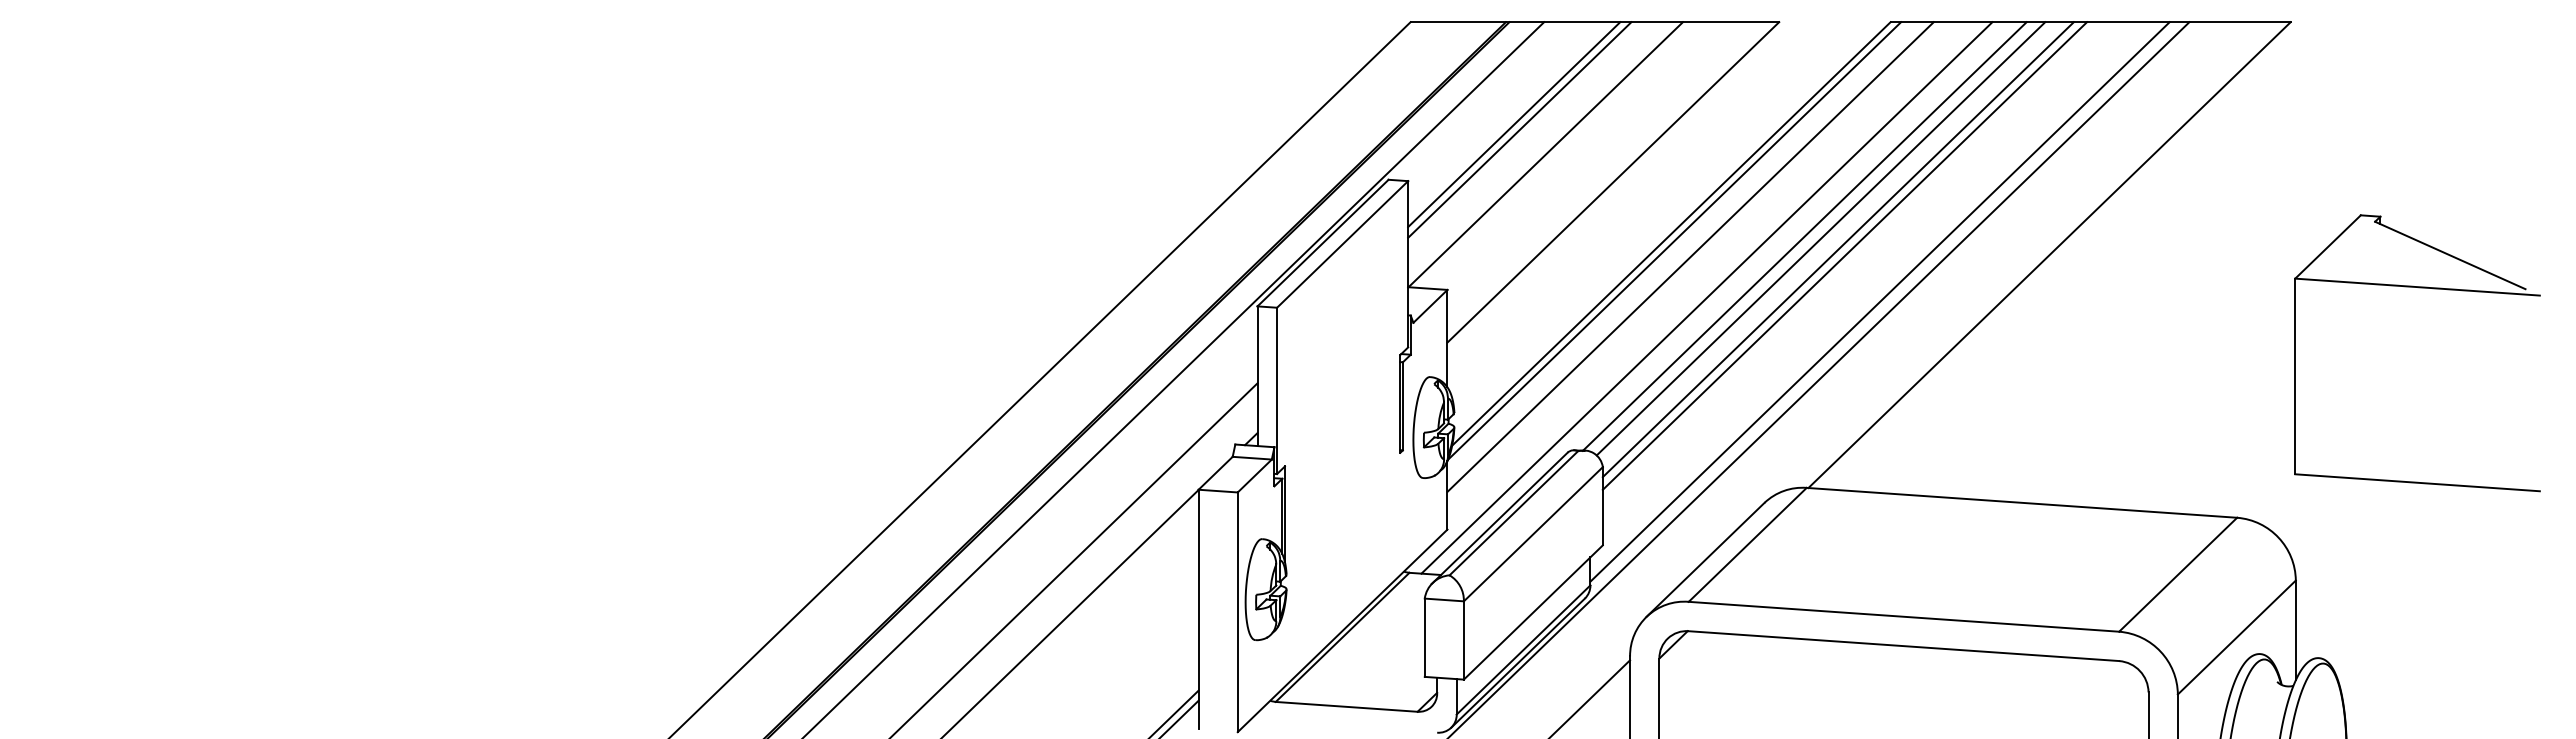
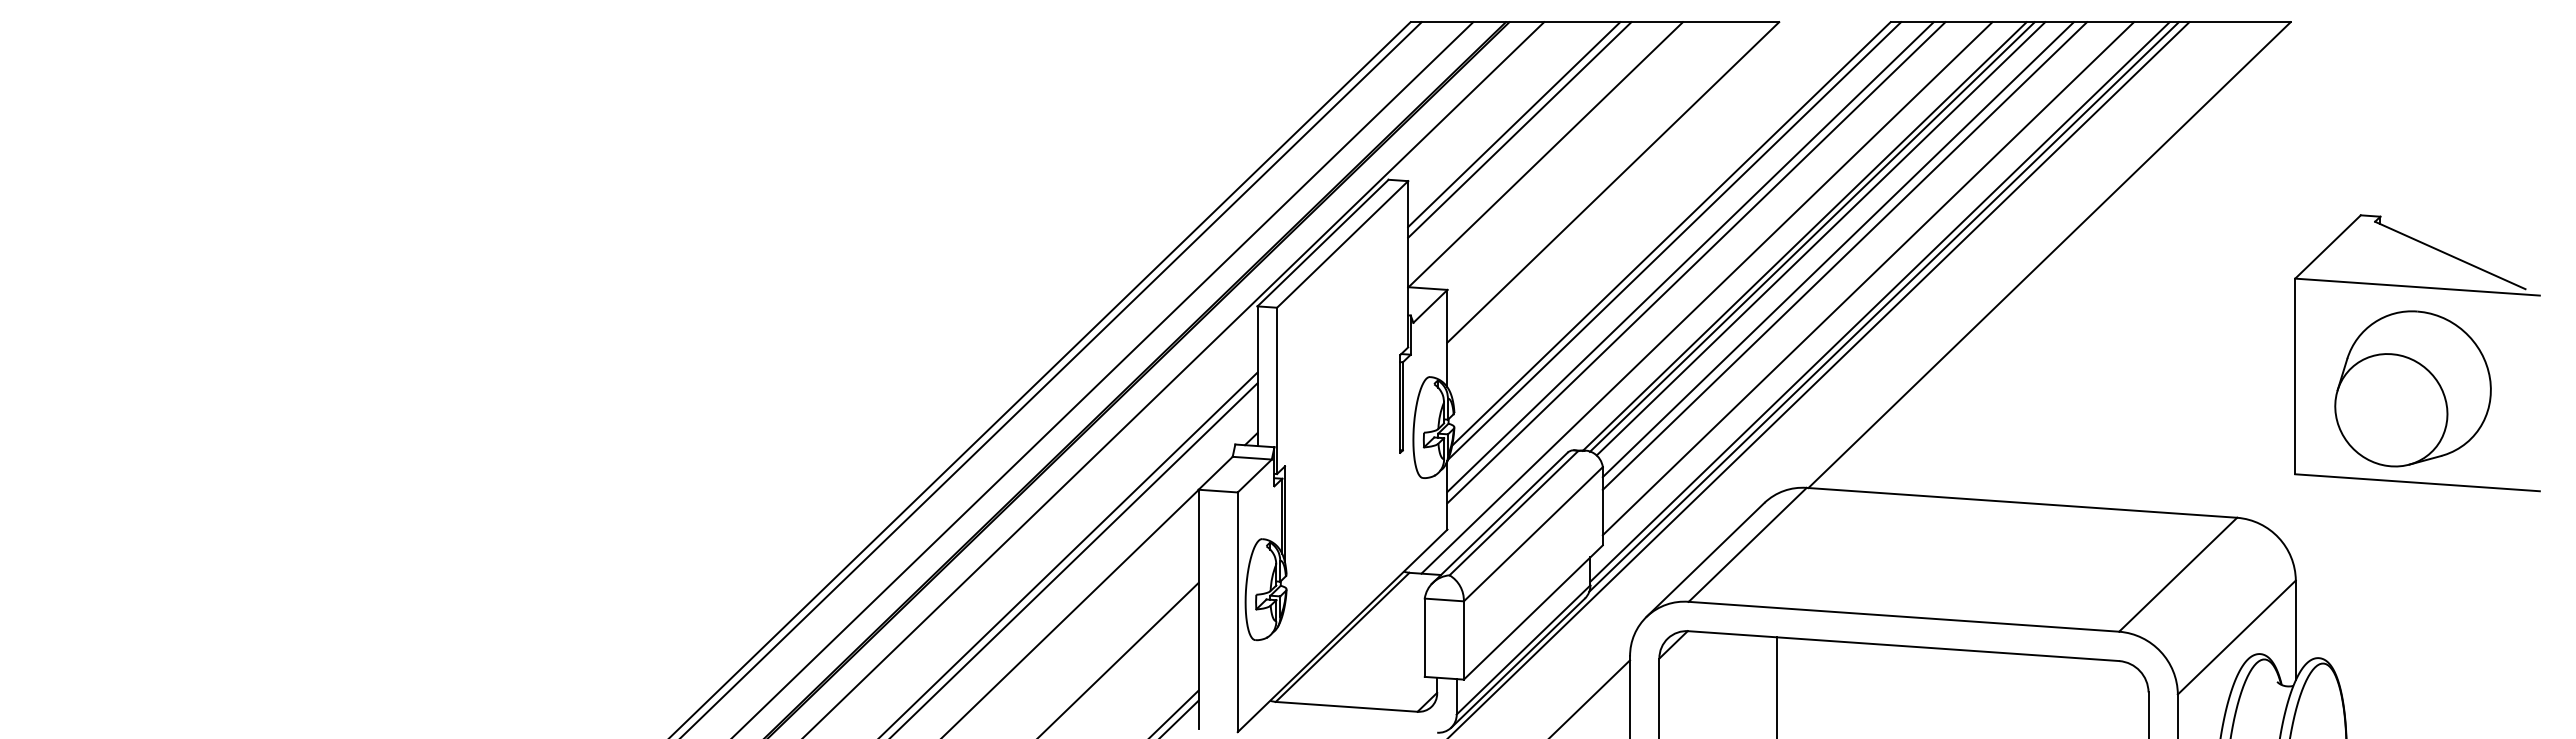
line at (1811, 236): none -> present
line at (1696, 262): none -> present
line at (1868, 278): none -> present
line at (1883, 306): none -> present
line at (1051, 378): none -> present
line at (1103, 378): none -> present
part at (2412, 388): none -> present
line at (1069, 553): none -> present
line at (1119, 658): none -> present
line at (1777, 686): none -> present
